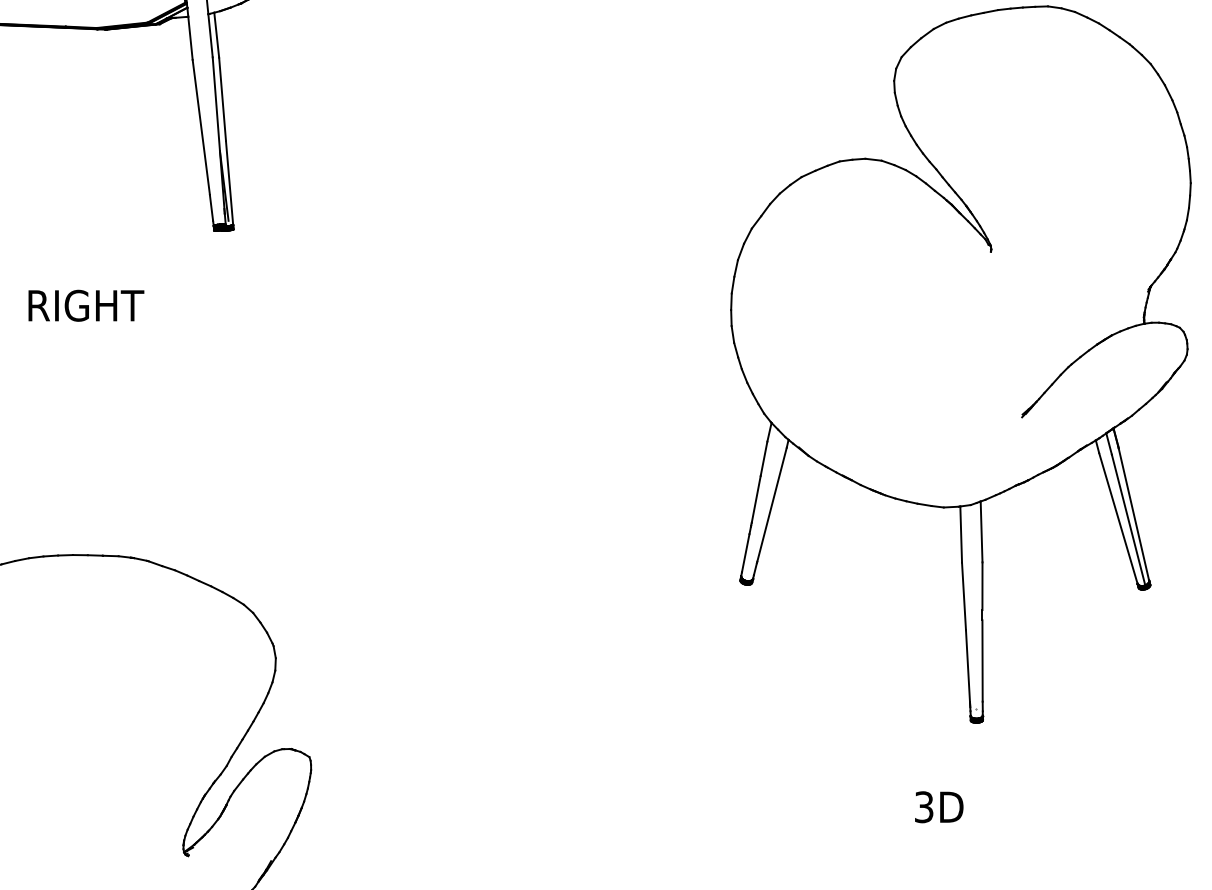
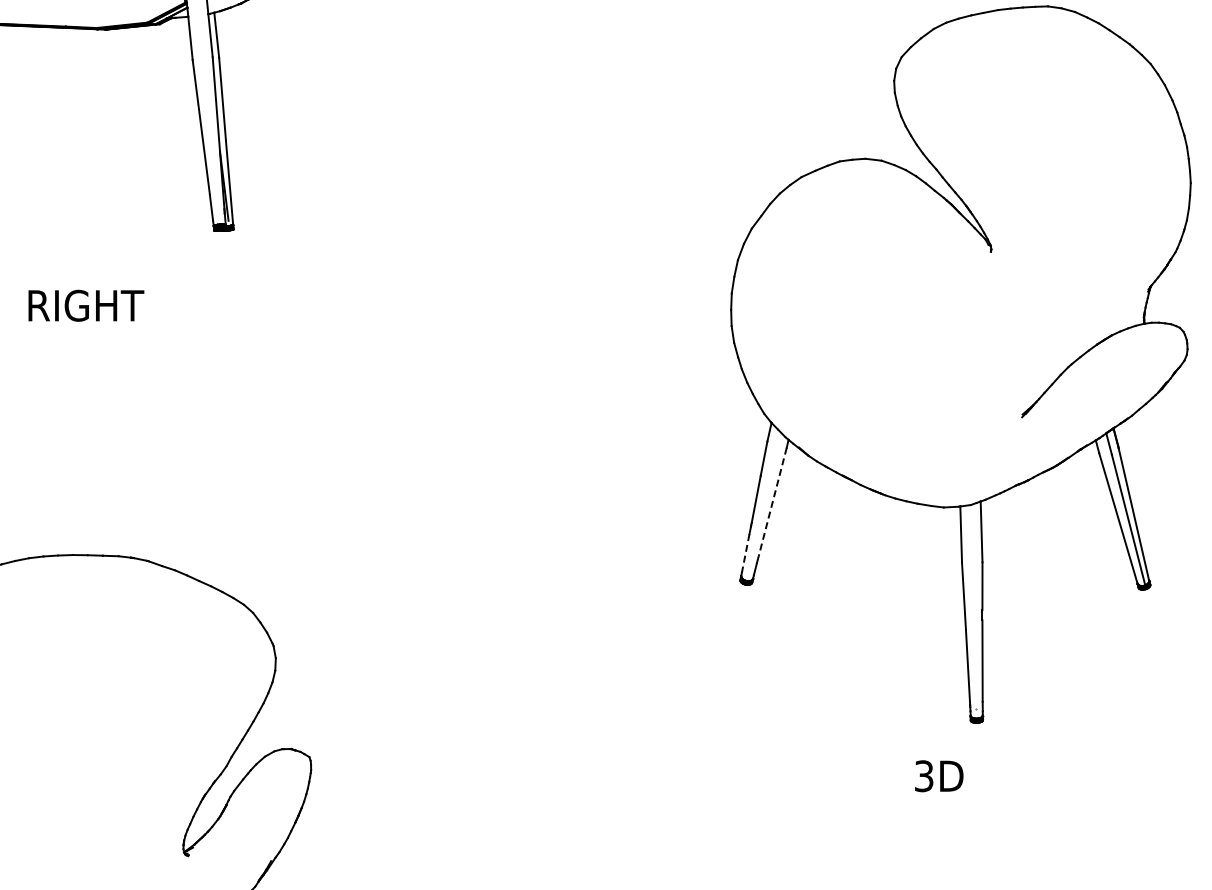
line at (772, 504): solid -> dashed
line at (745, 553): solid -> dashed
text at (939, 807) position: (939, 807) -> (939, 776)
